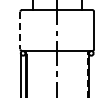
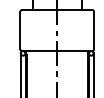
line at (20, 30): dashed -> solid
line at (93, 73): none -> present
line at (87, 76): dashed -> solid
